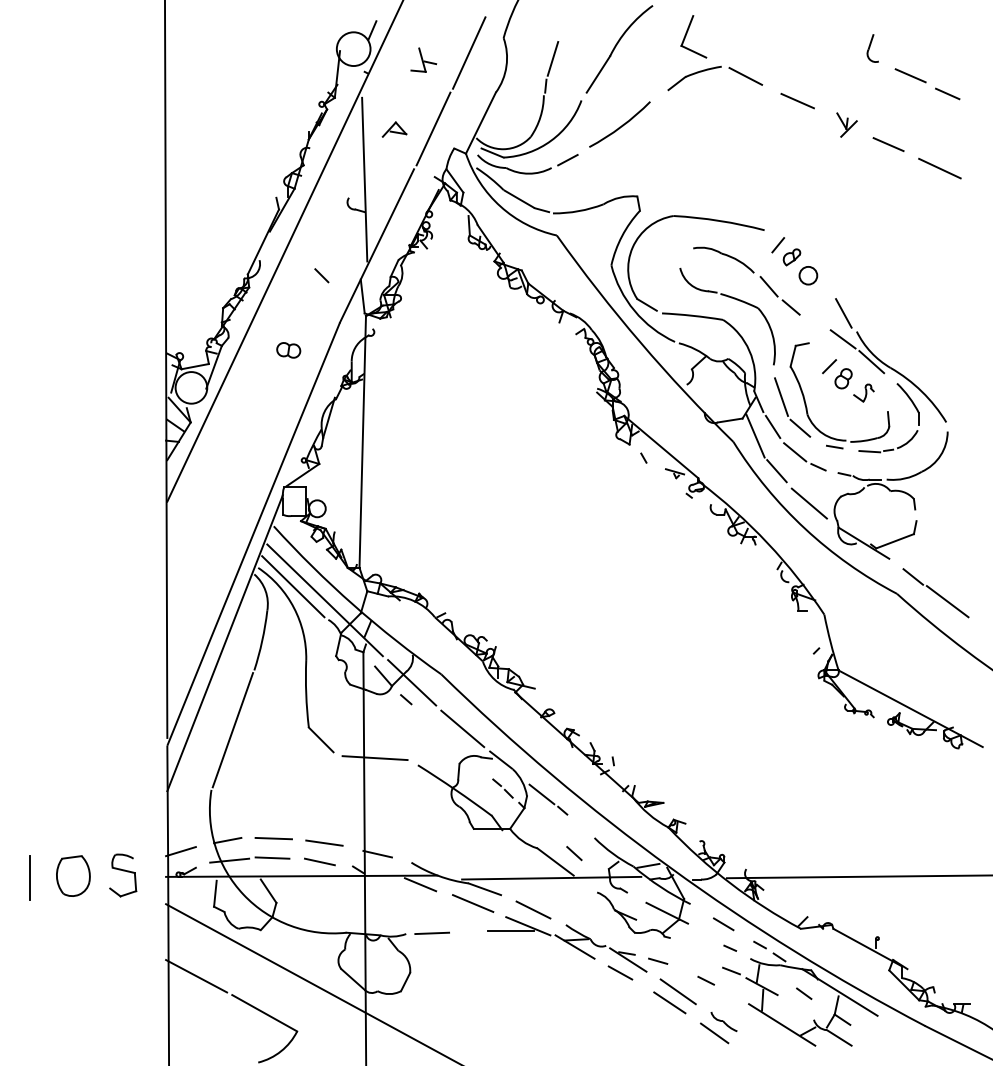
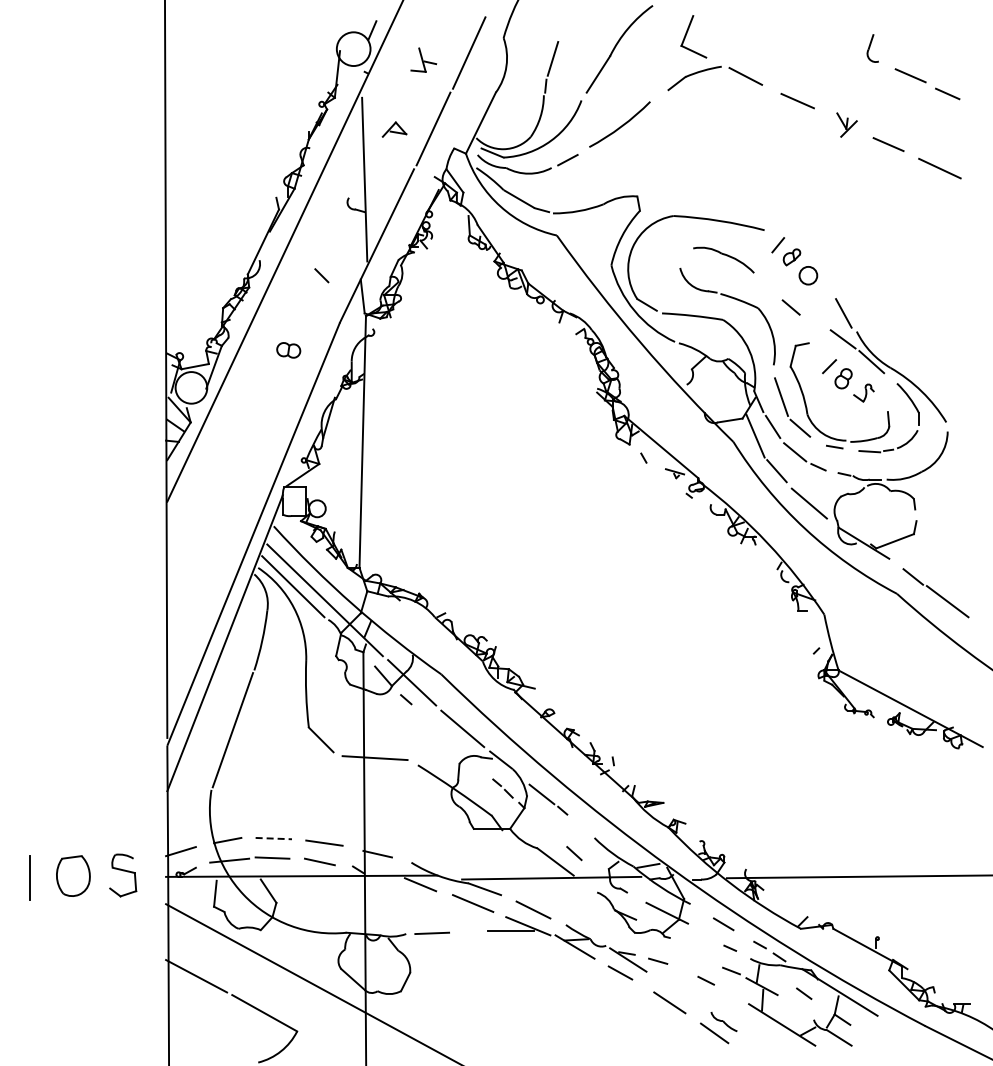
line at (768, 286): present -> none
line at (274, 838): solid -> dashed
line at (677, 991): present -> none
